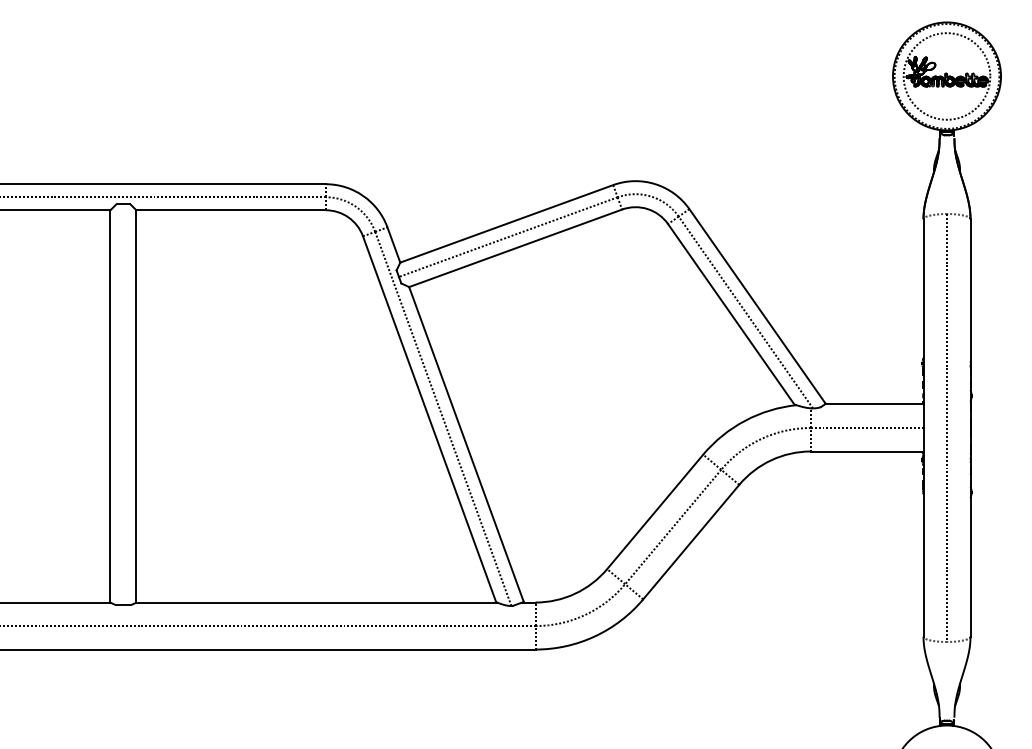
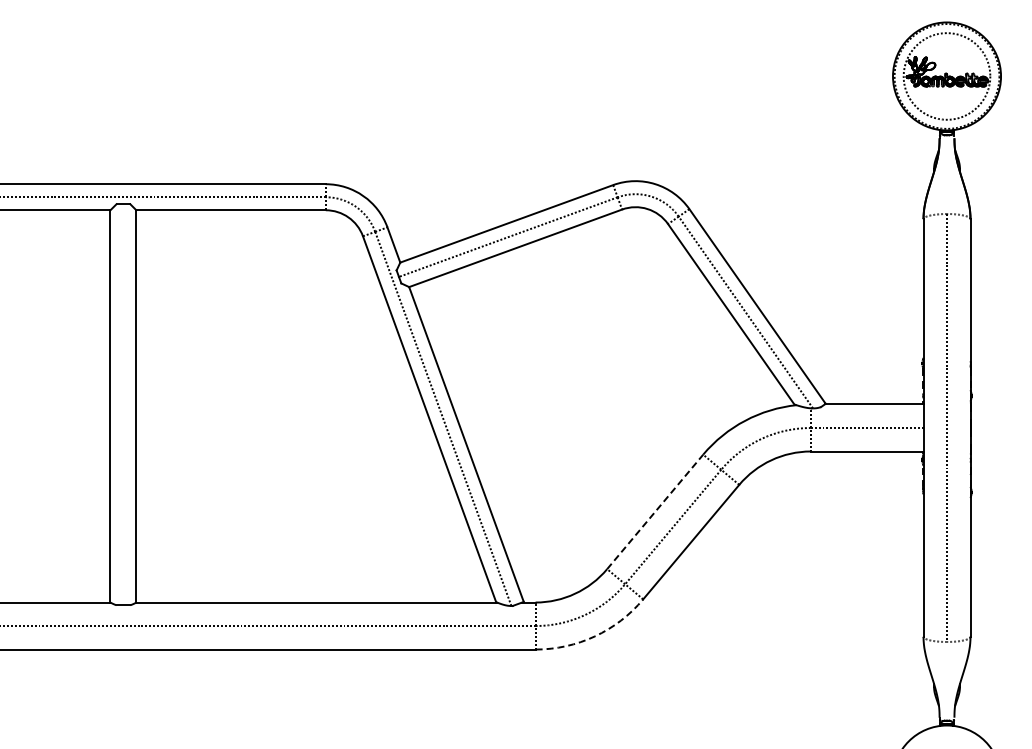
line at (655, 511): solid -> dashed
arc at (594, 636): solid -> dashed
